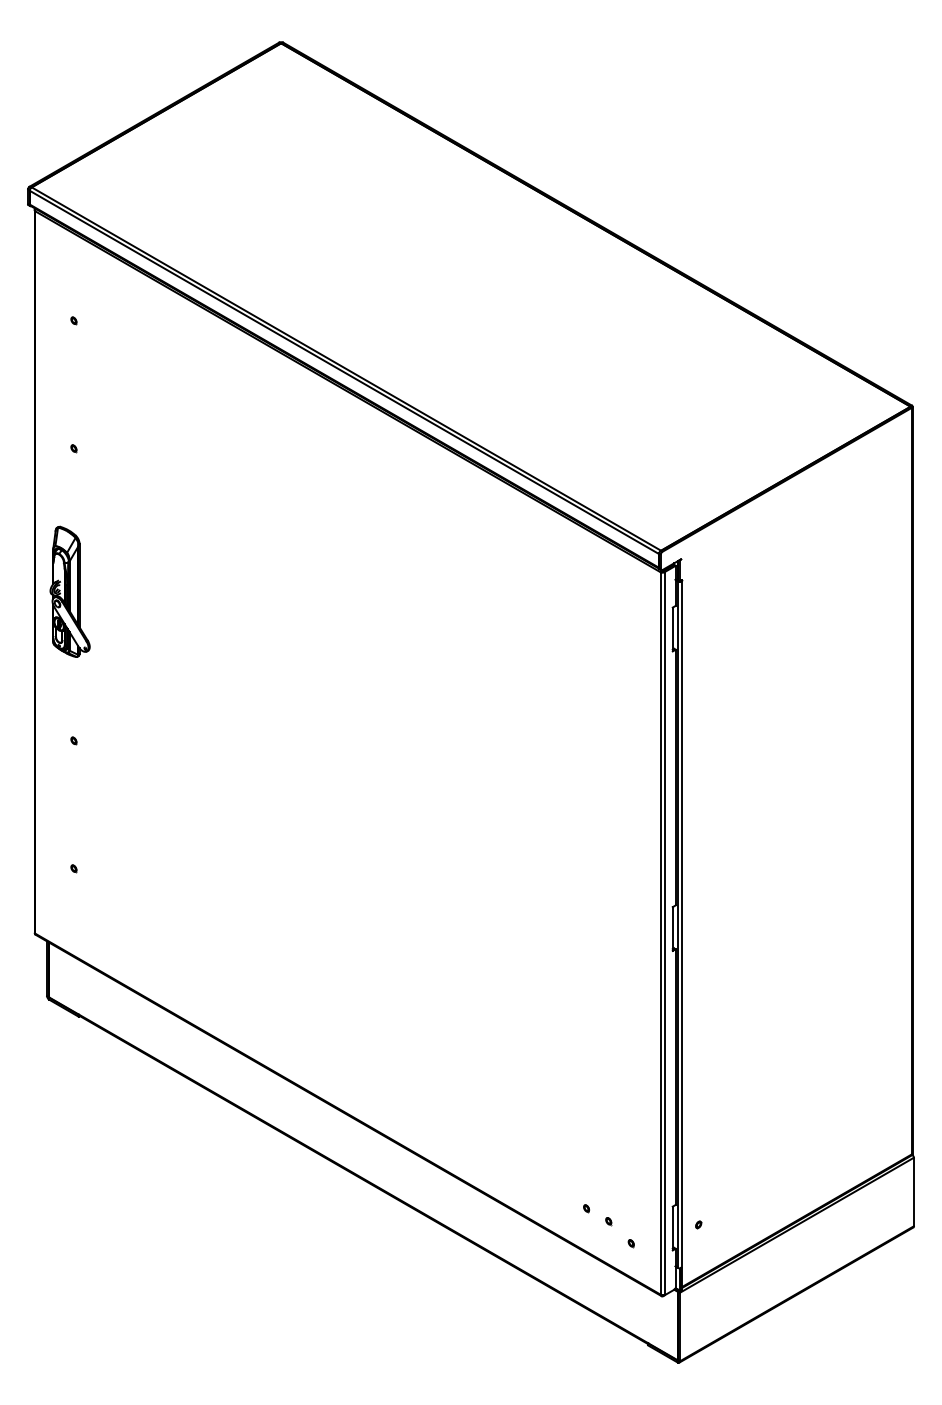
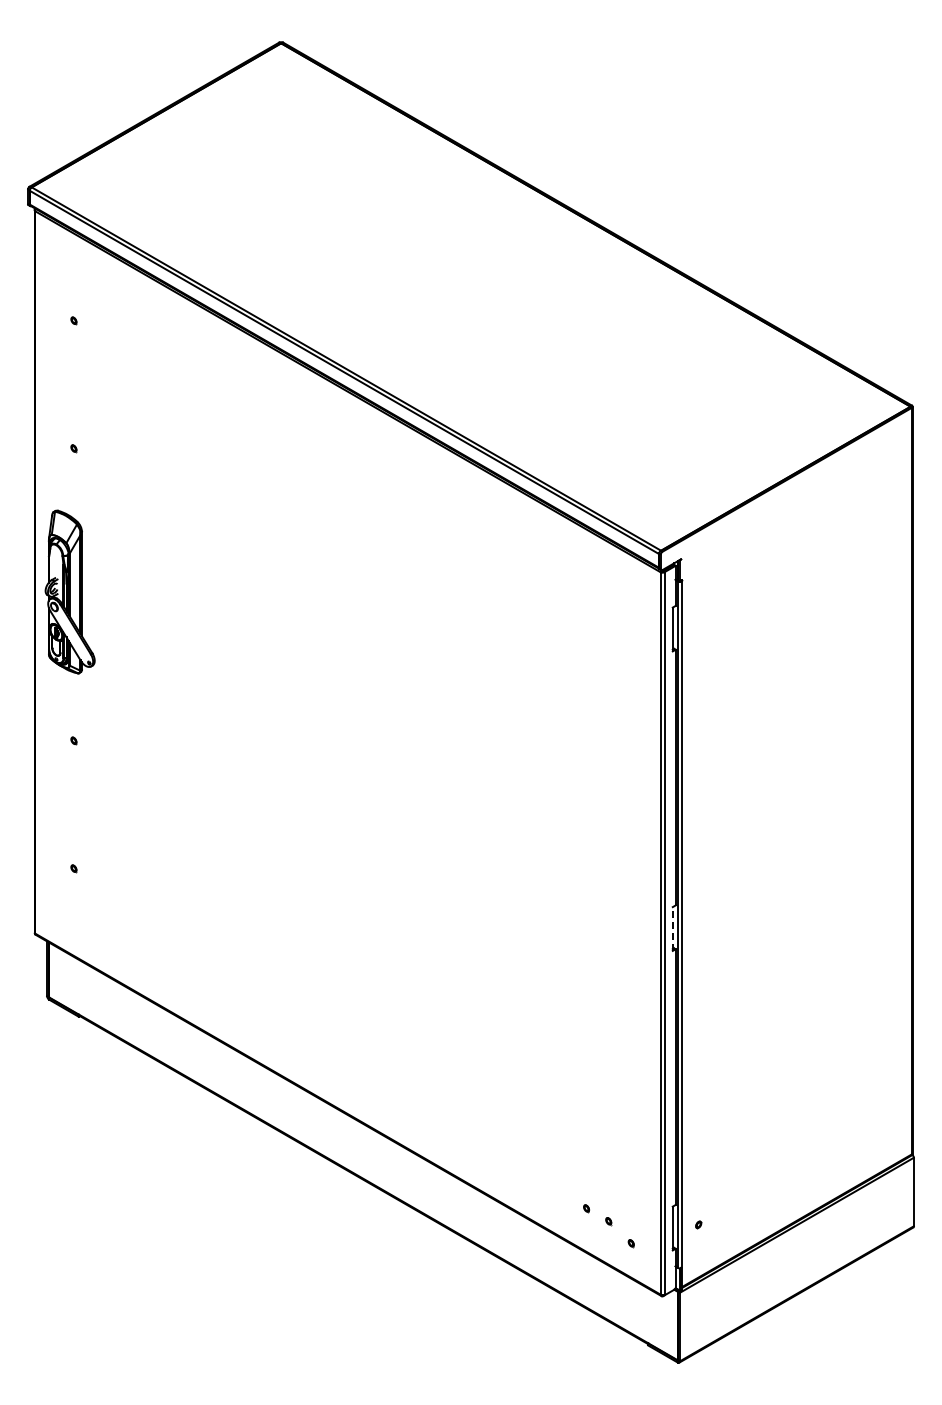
part at (69, 591) size: 42x133 px -> 52x166 px
line at (672, 929): solid -> dashed
